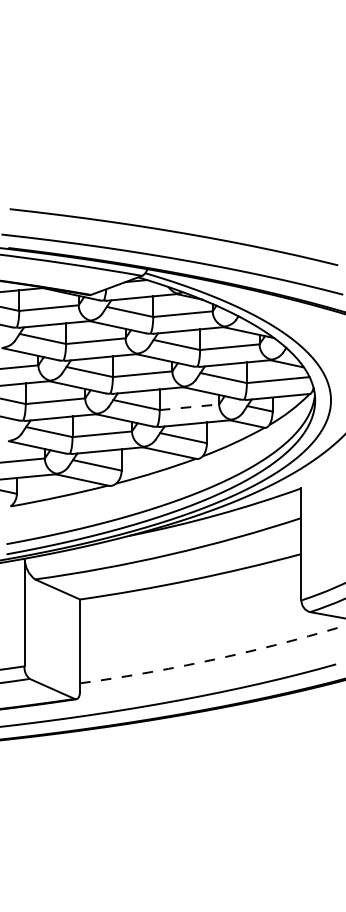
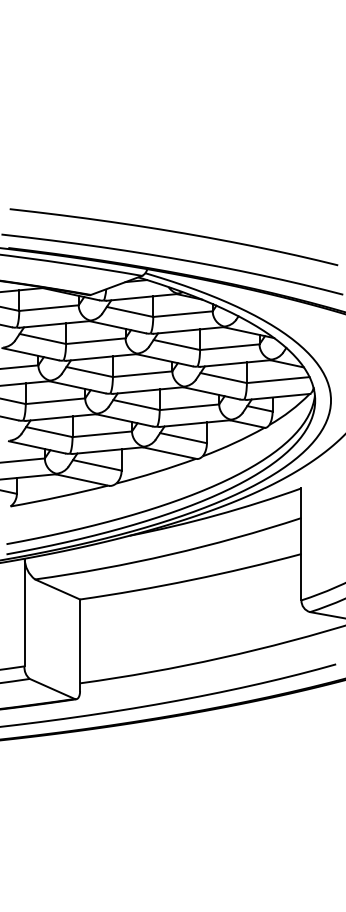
line at (189, 407): dashed -> solid
arc at (214, 659): dashed -> solid
